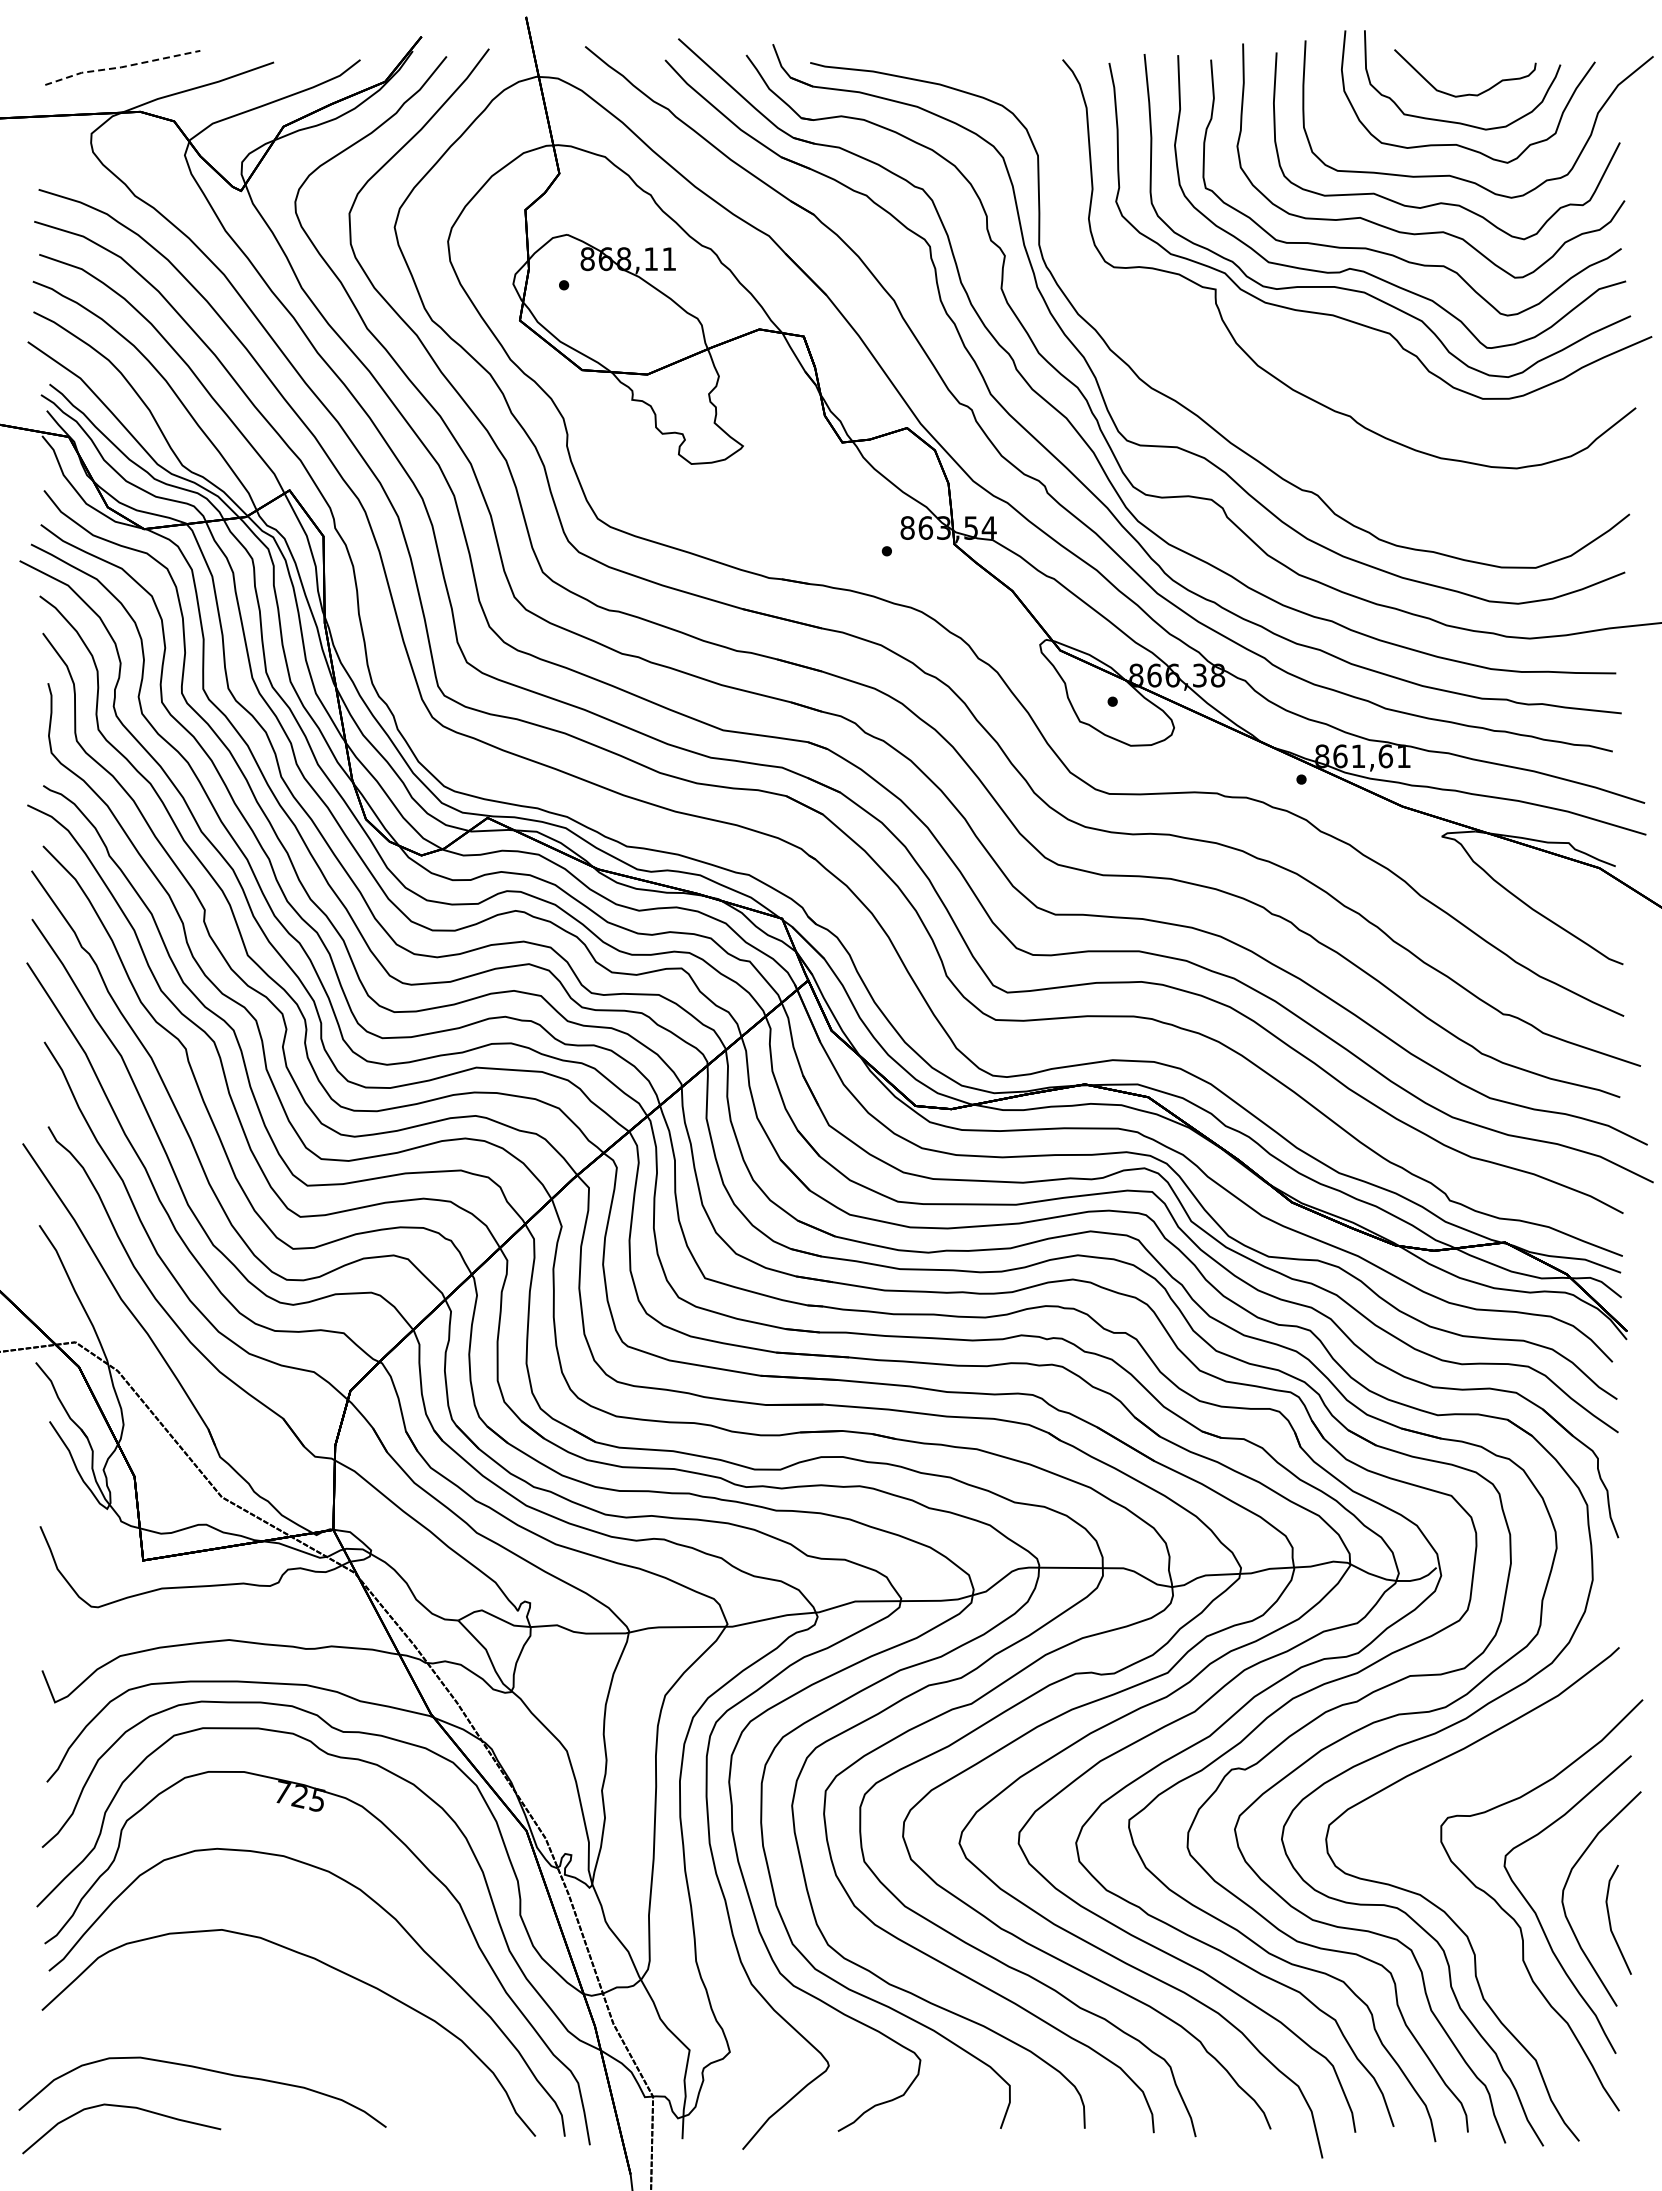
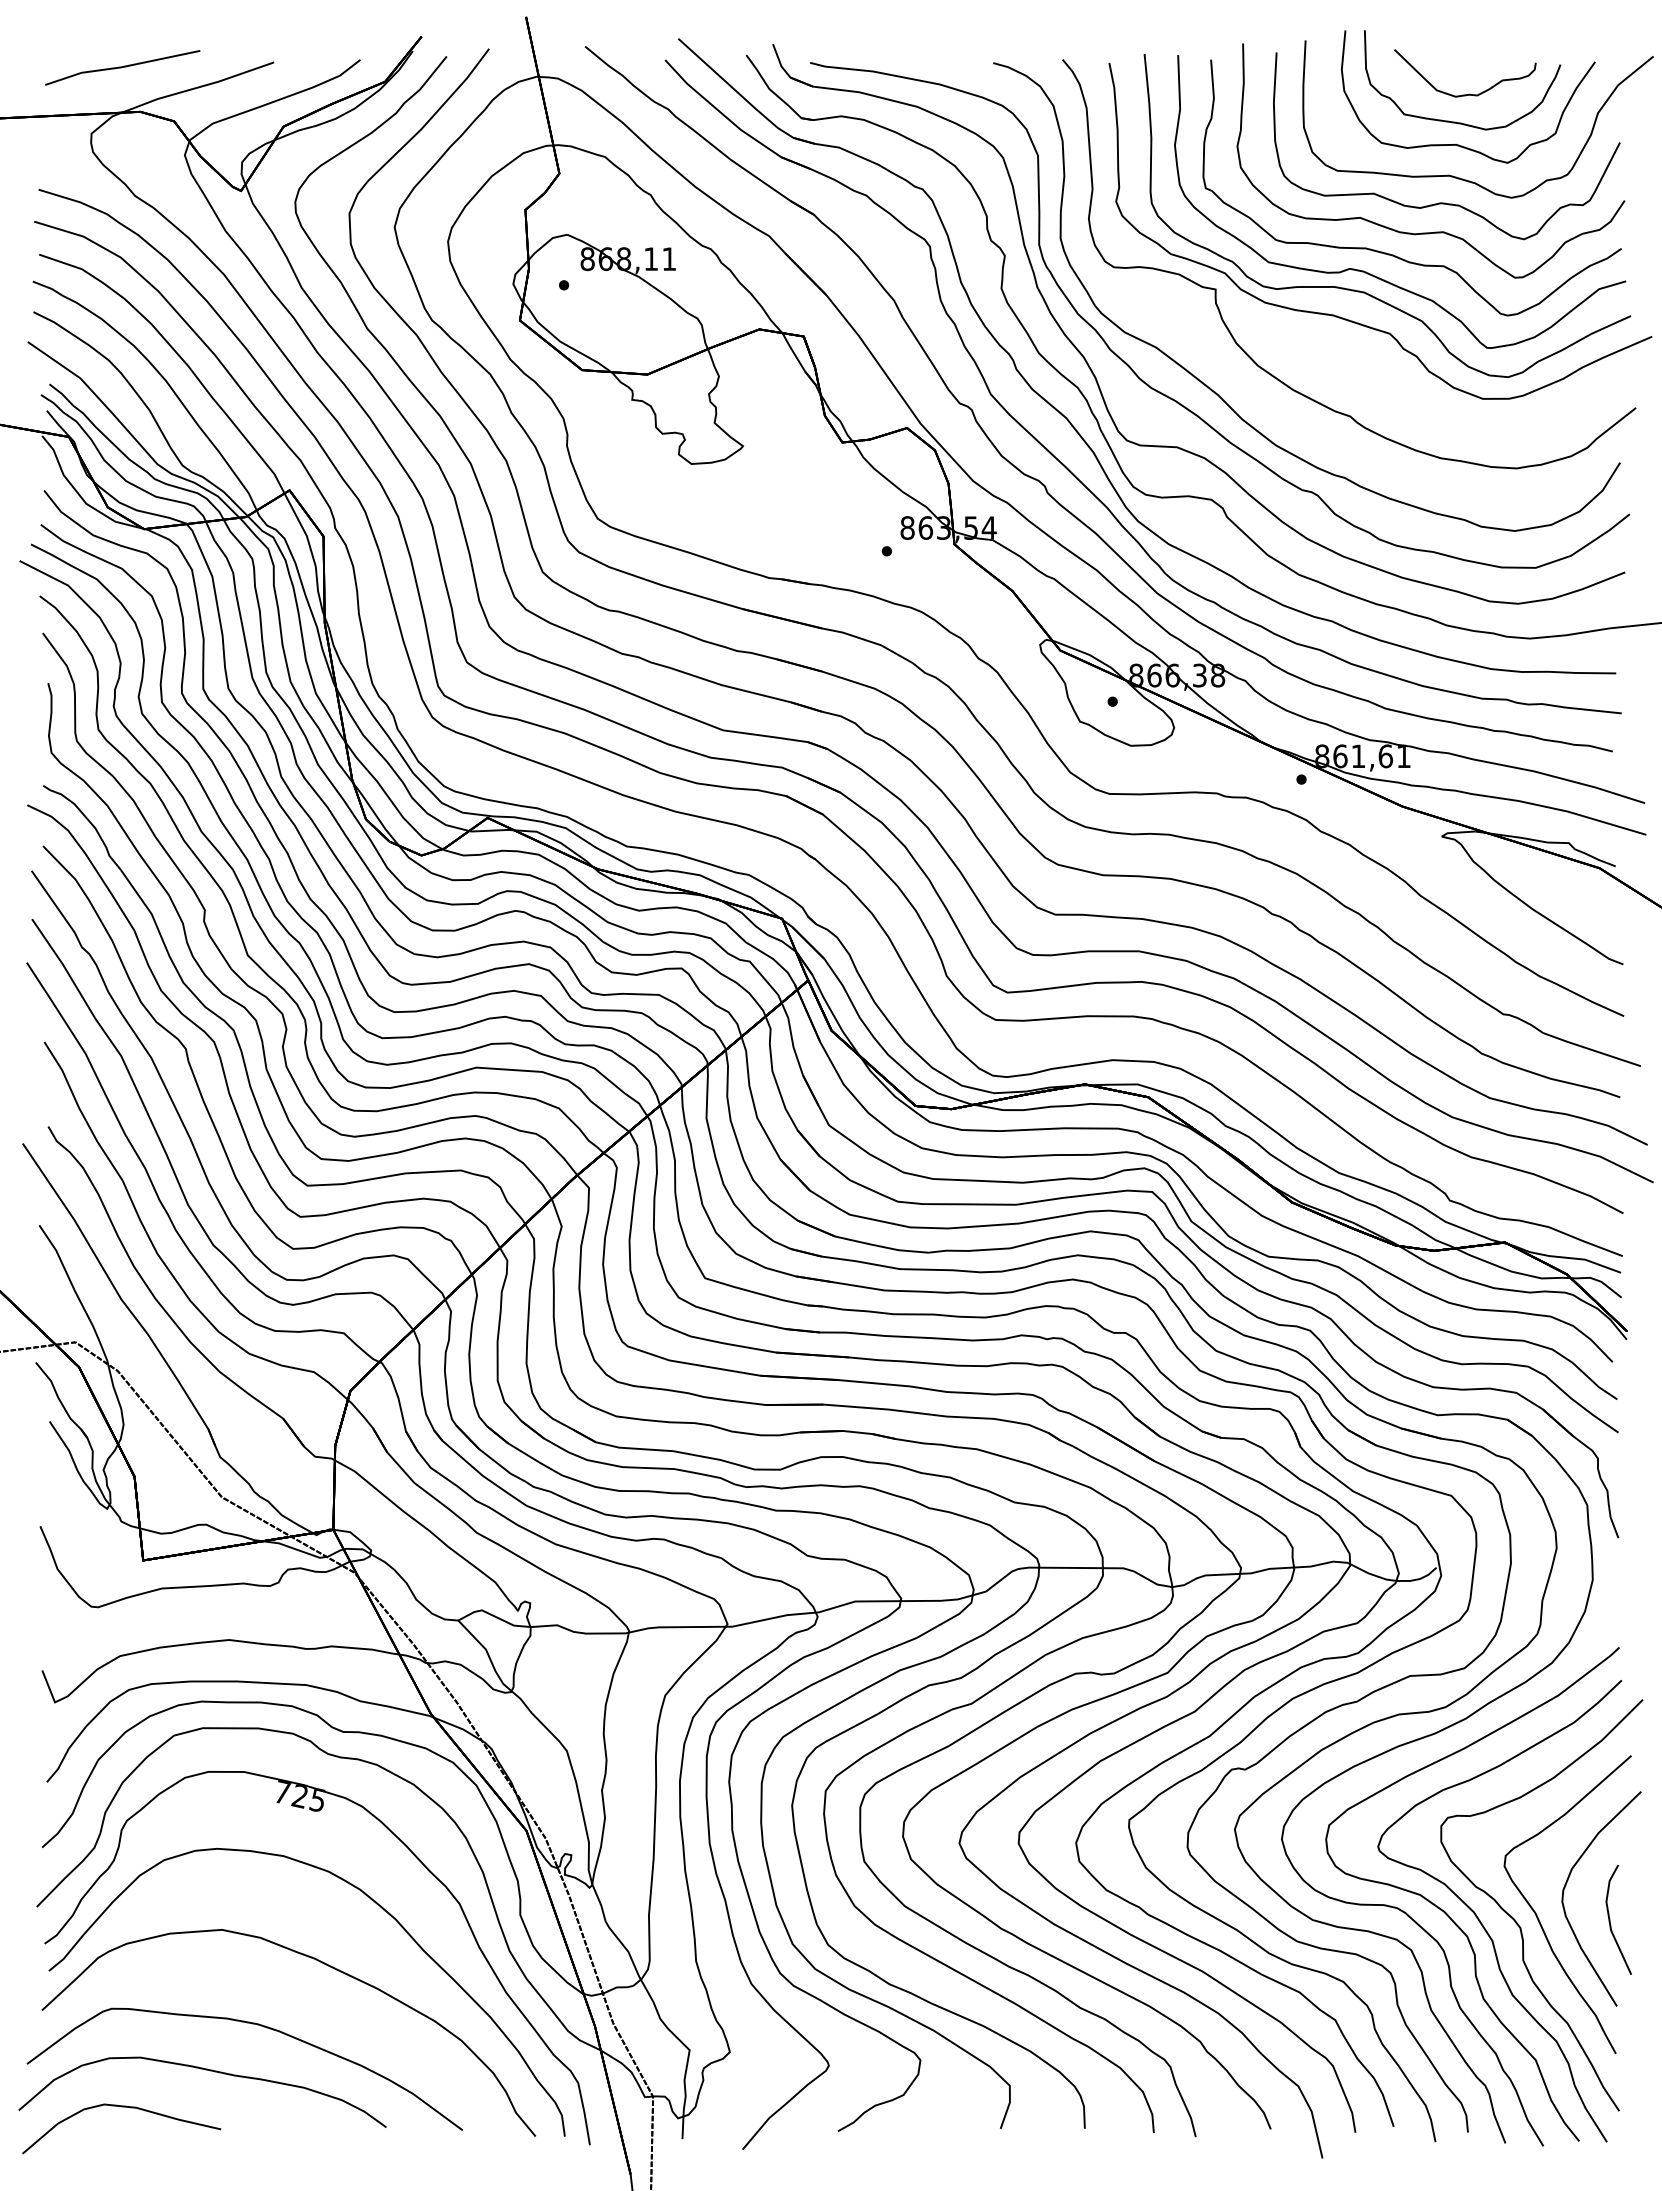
line at (121, 67): dashed -> solid
curve at (1215, 391): none -> present
curve at (1482, 1923): none -> present
curve at (252, 2024): none -> present
